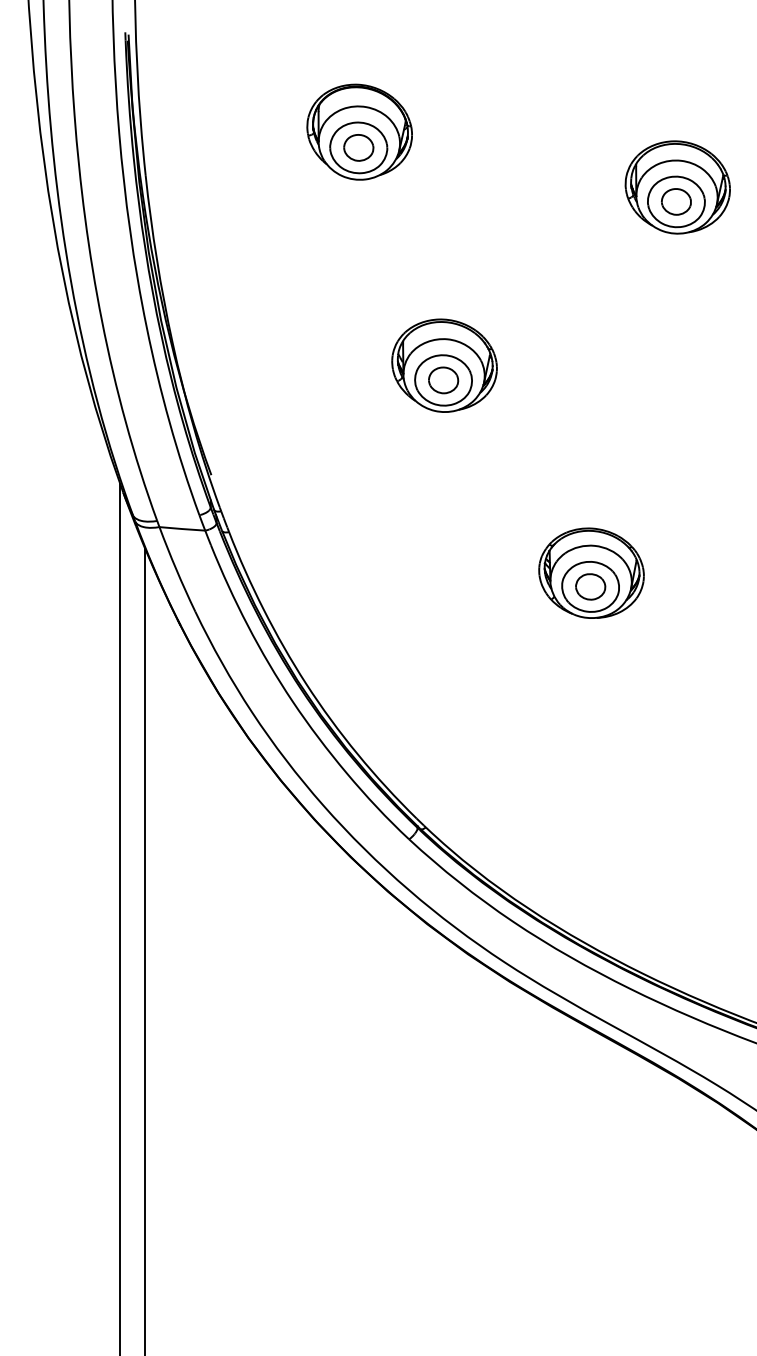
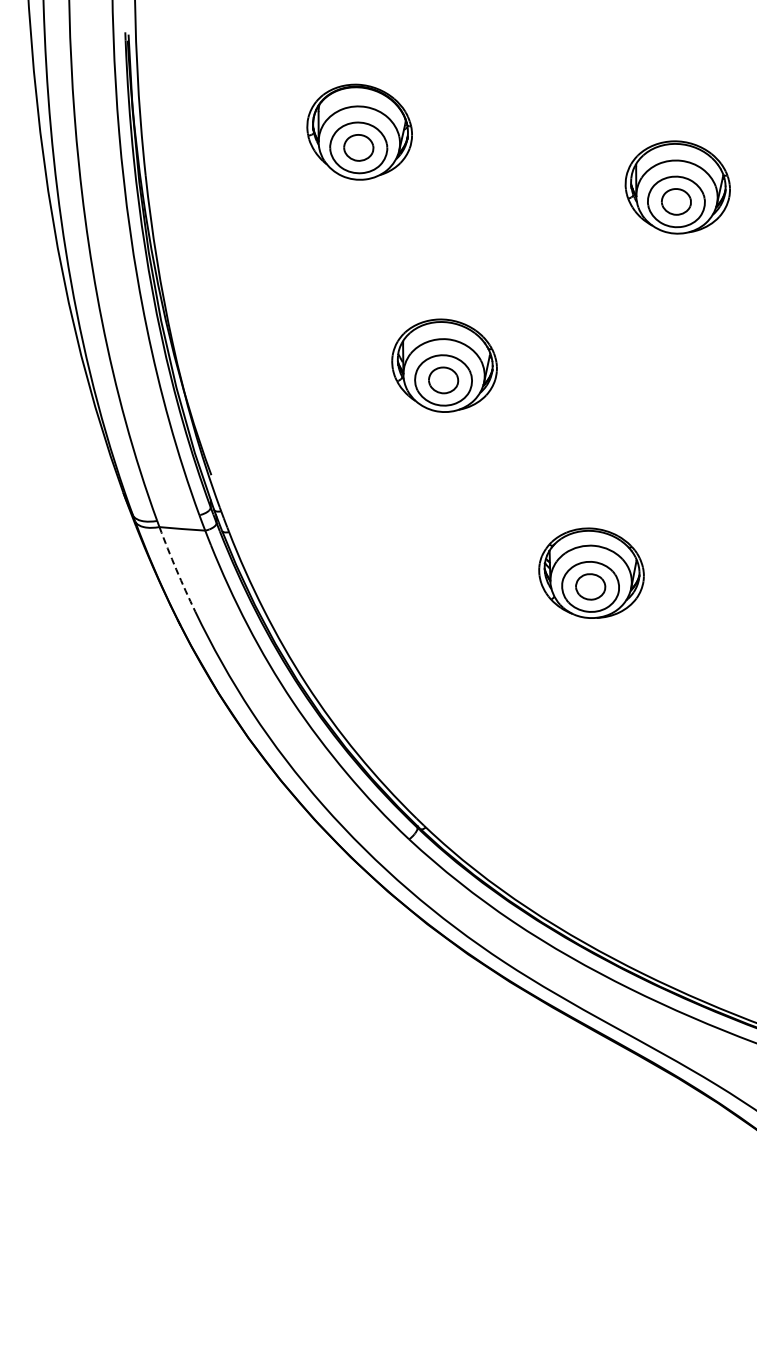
arc at (176, 569): solid -> dashed
line at (120, 918): present -> none
line at (144, 949): present -> none
